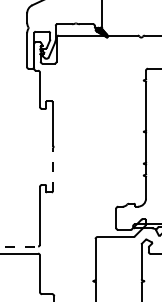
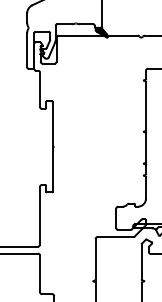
line at (52, 169): dashed -> solid
line at (19, 246): dashed -> solid
